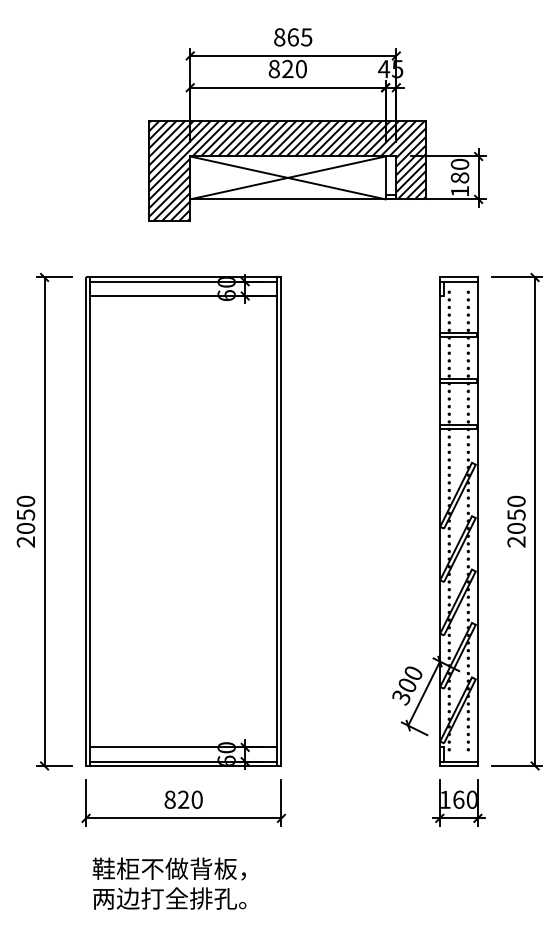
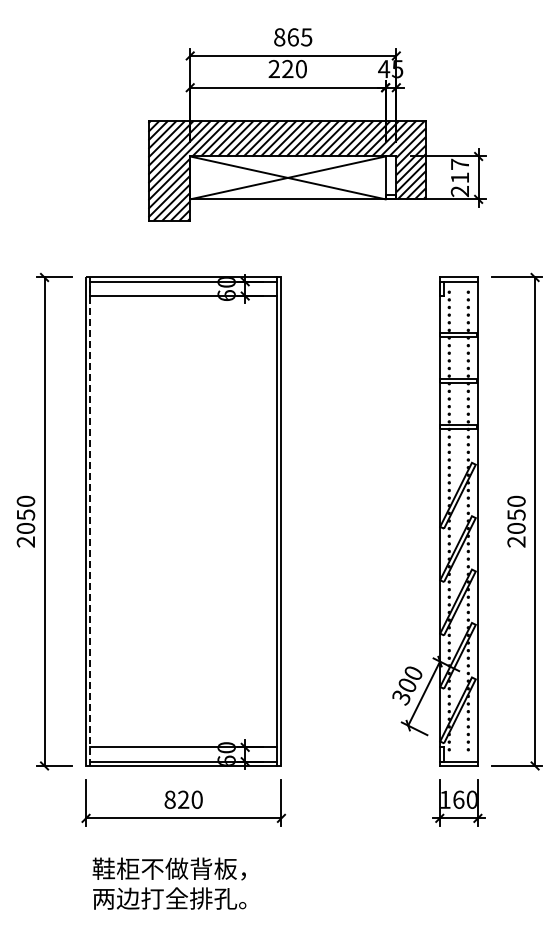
text at (273, 69): 820 -> 220
text at (459, 177): 180 -> 217
line at (90, 521): solid -> dashed
